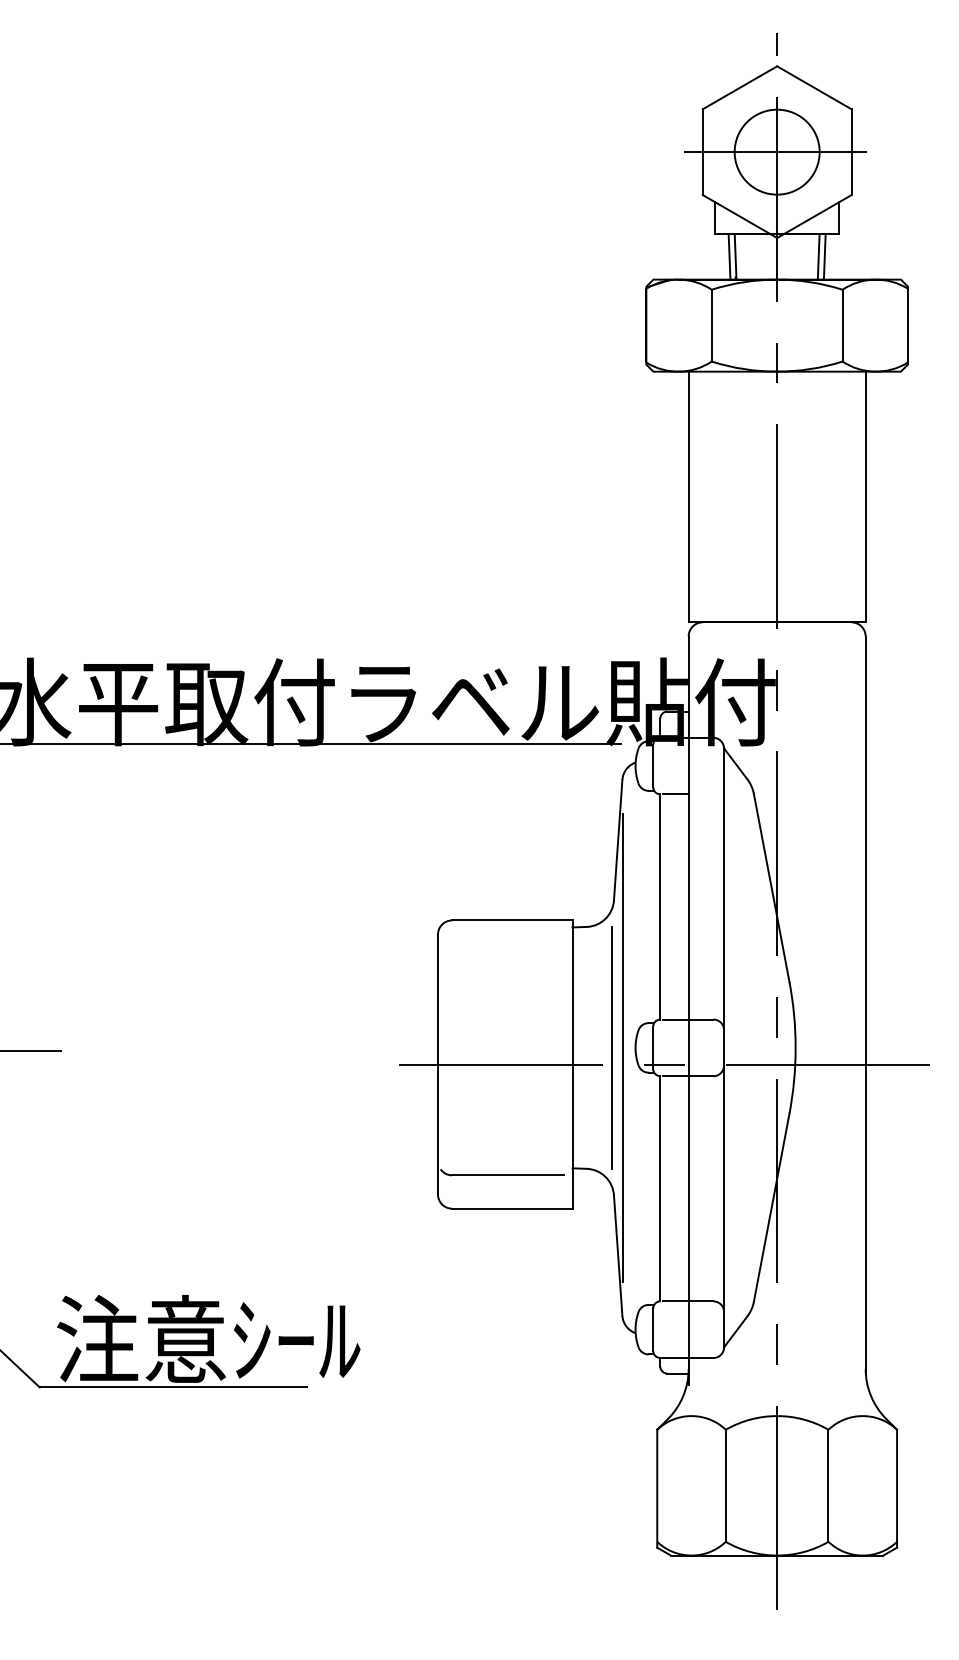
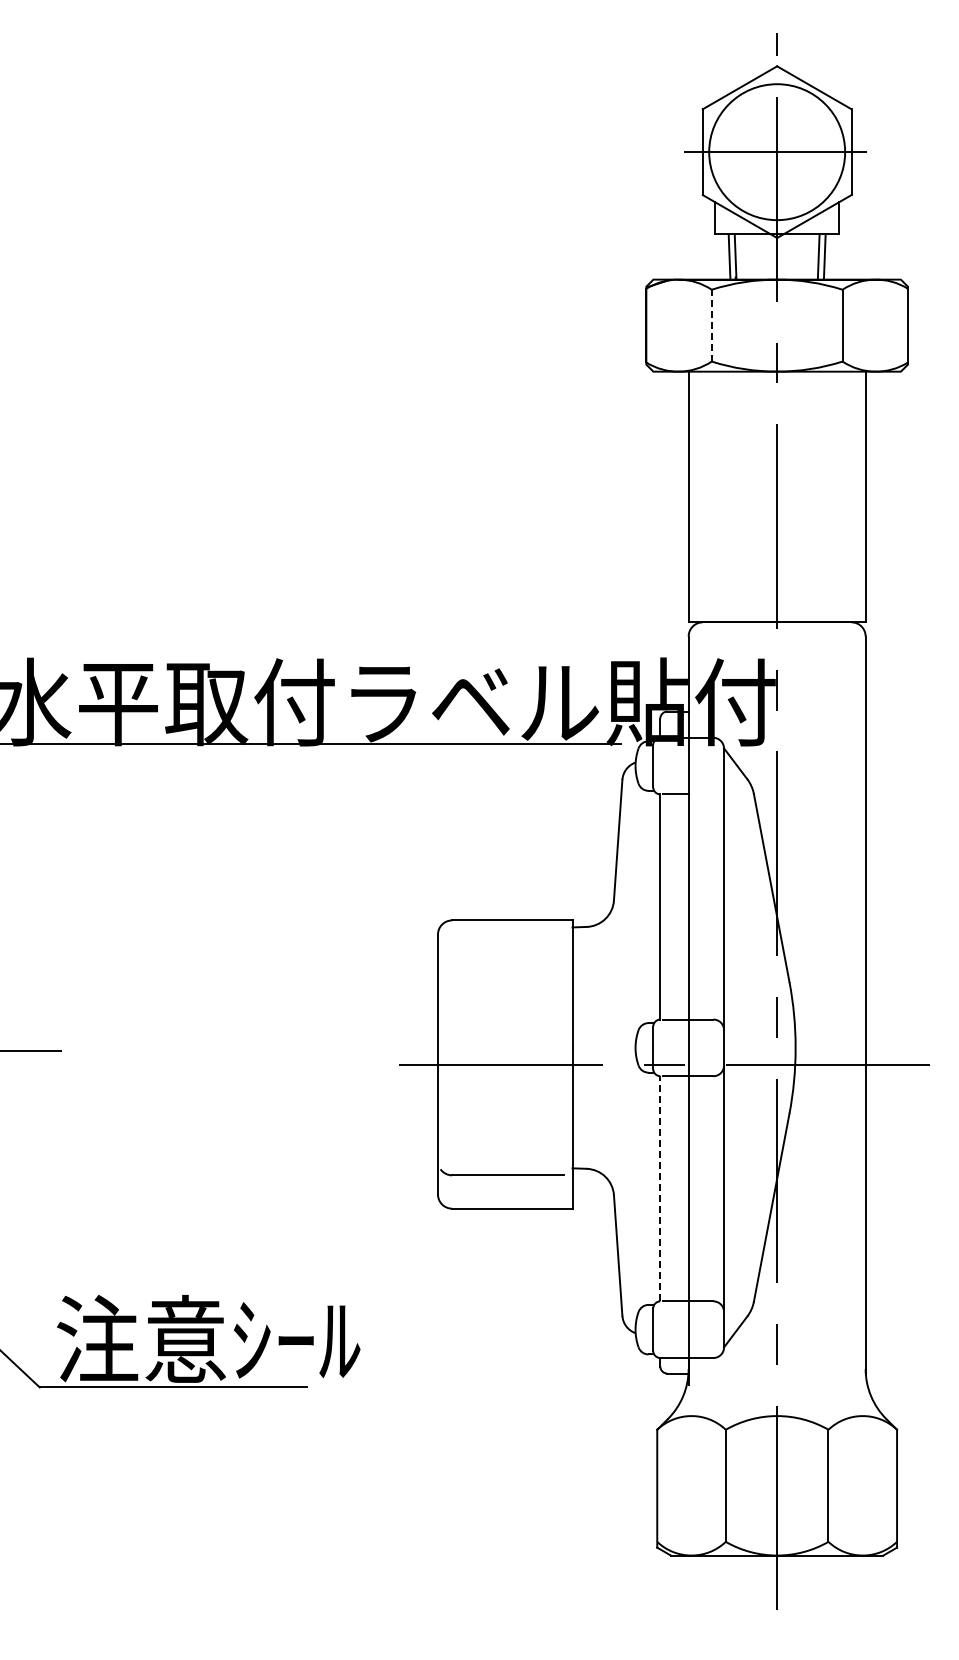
circle at (776, 151) diameter: 85 px -> 136 px
line at (711, 325): solid -> dashed
line at (612, 1047): present -> none
line at (623, 1047): present -> none
line at (660, 1188): solid -> dashed
